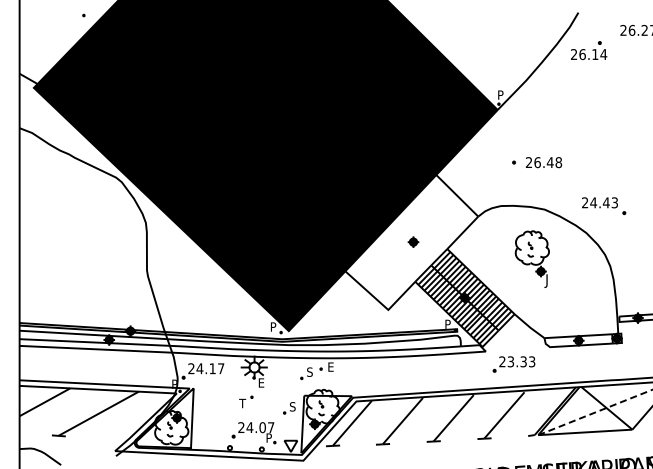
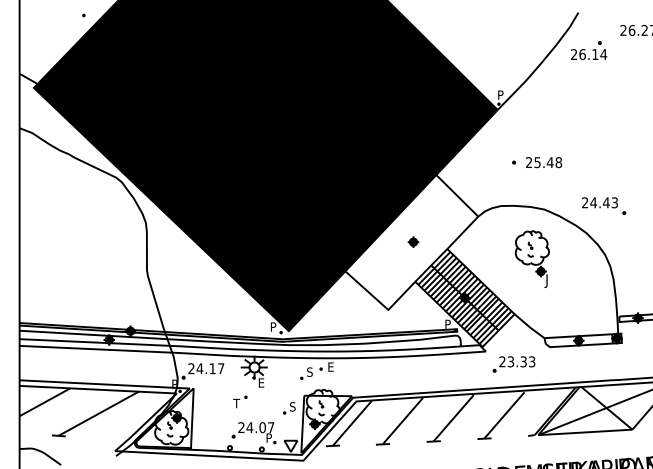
text at (537, 162): 26.48 -> 25.48
part at (246, 401) position: (246, 401) -> (240, 401)
line at (595, 412): dashed -> solid
